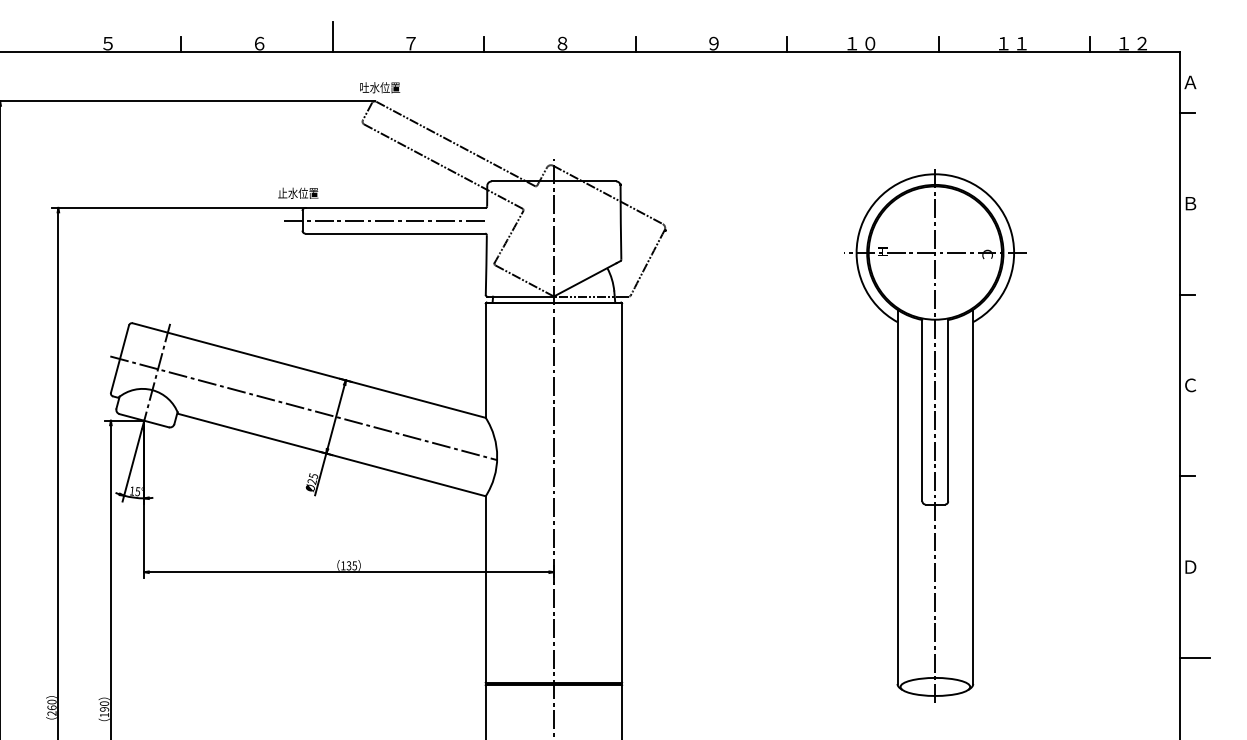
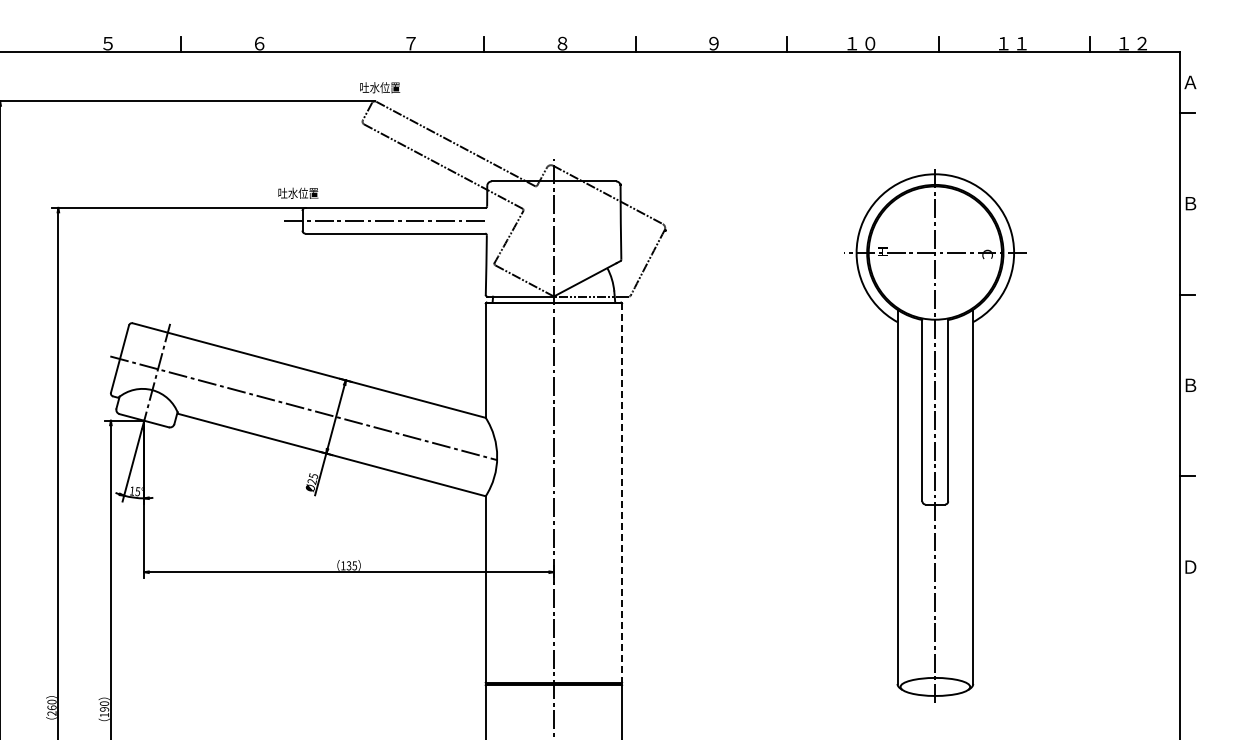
line at (332, 37): present -> none
text at (282, 192): 止水位置 -> 吐水位置
text at (1190, 385): Ｃ -> Ｂ
line at (622, 493): solid -> dashed
line at (1194, 658): present -> none
